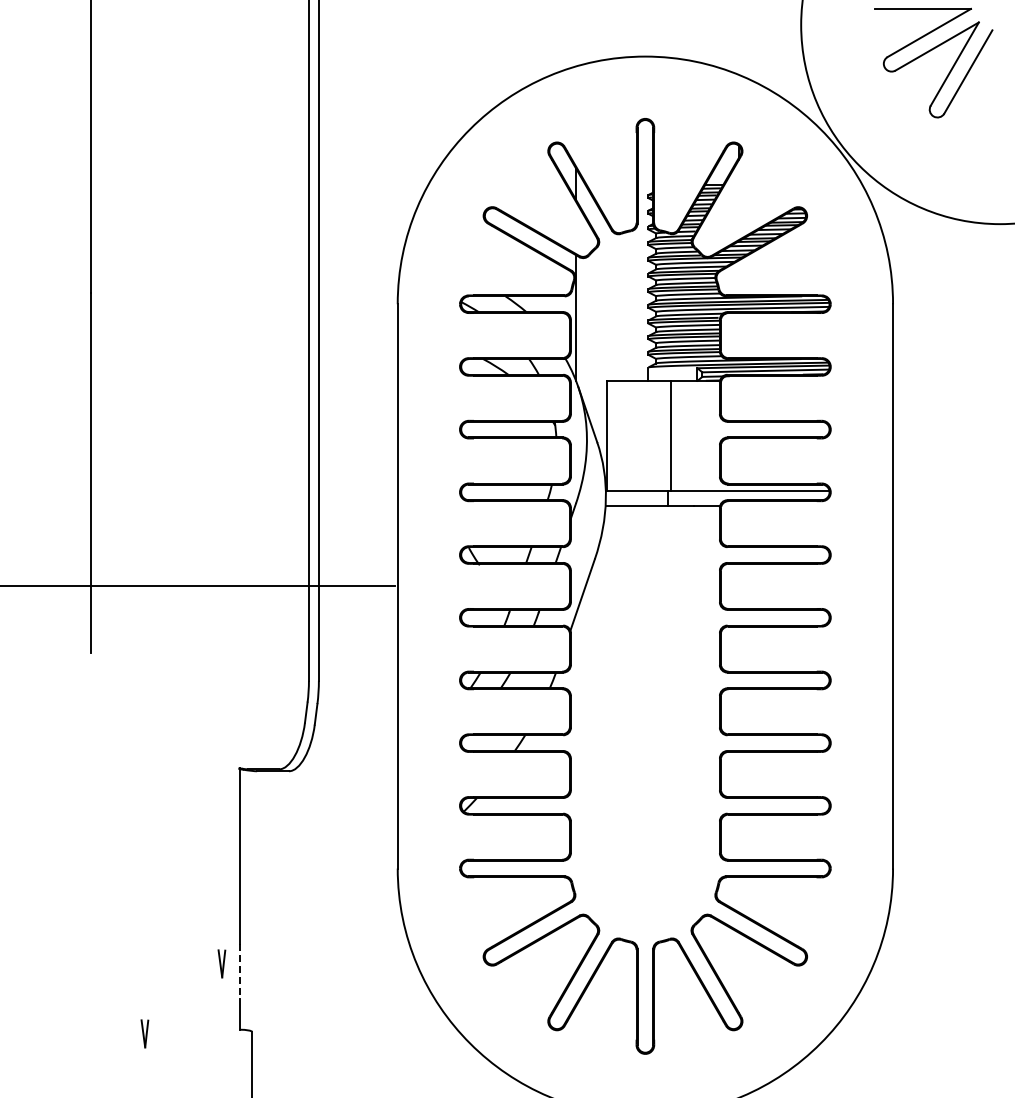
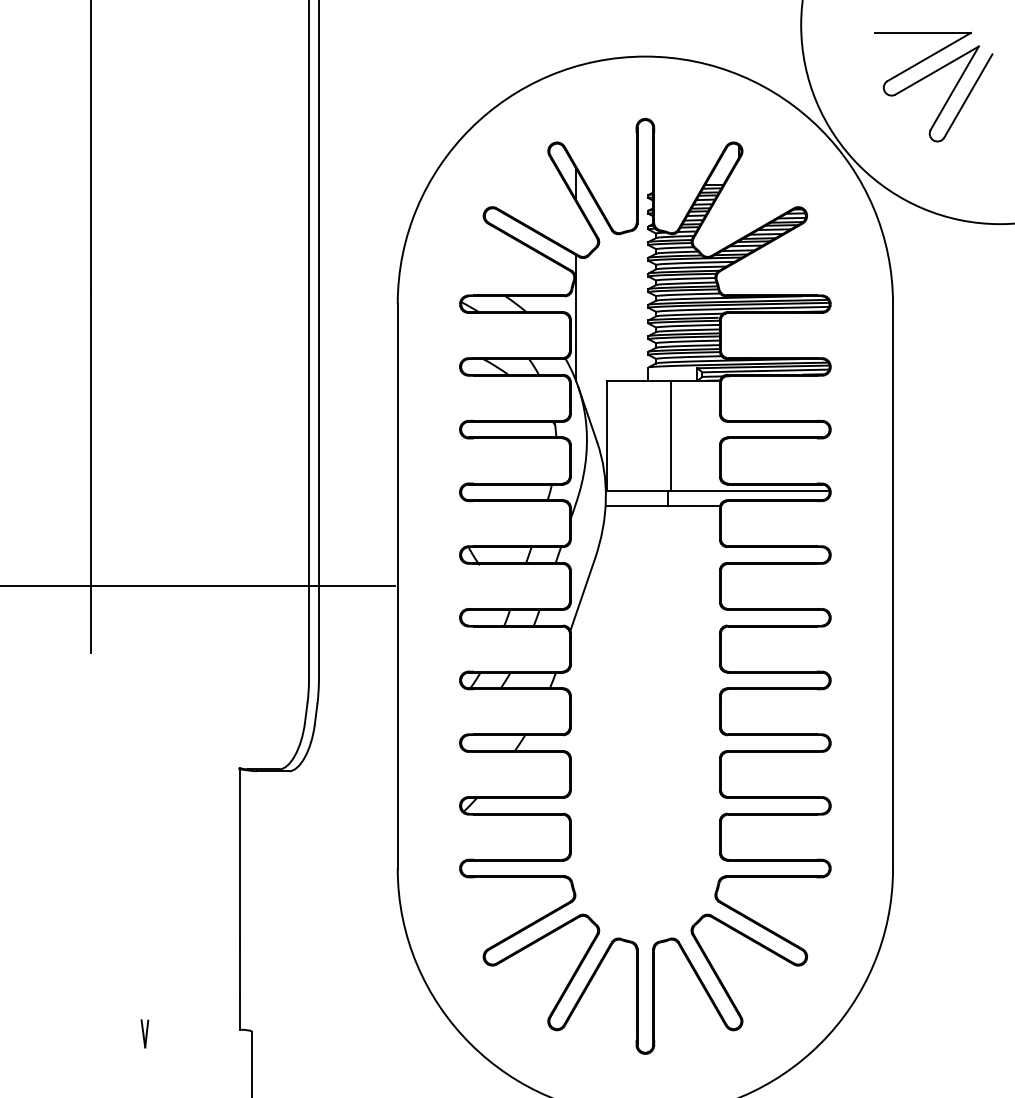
part at (929, 52) position: (929, 52) -> (929, 76)
part at (221, 963): present -> none
line at (239, 972): dashed -> solid
